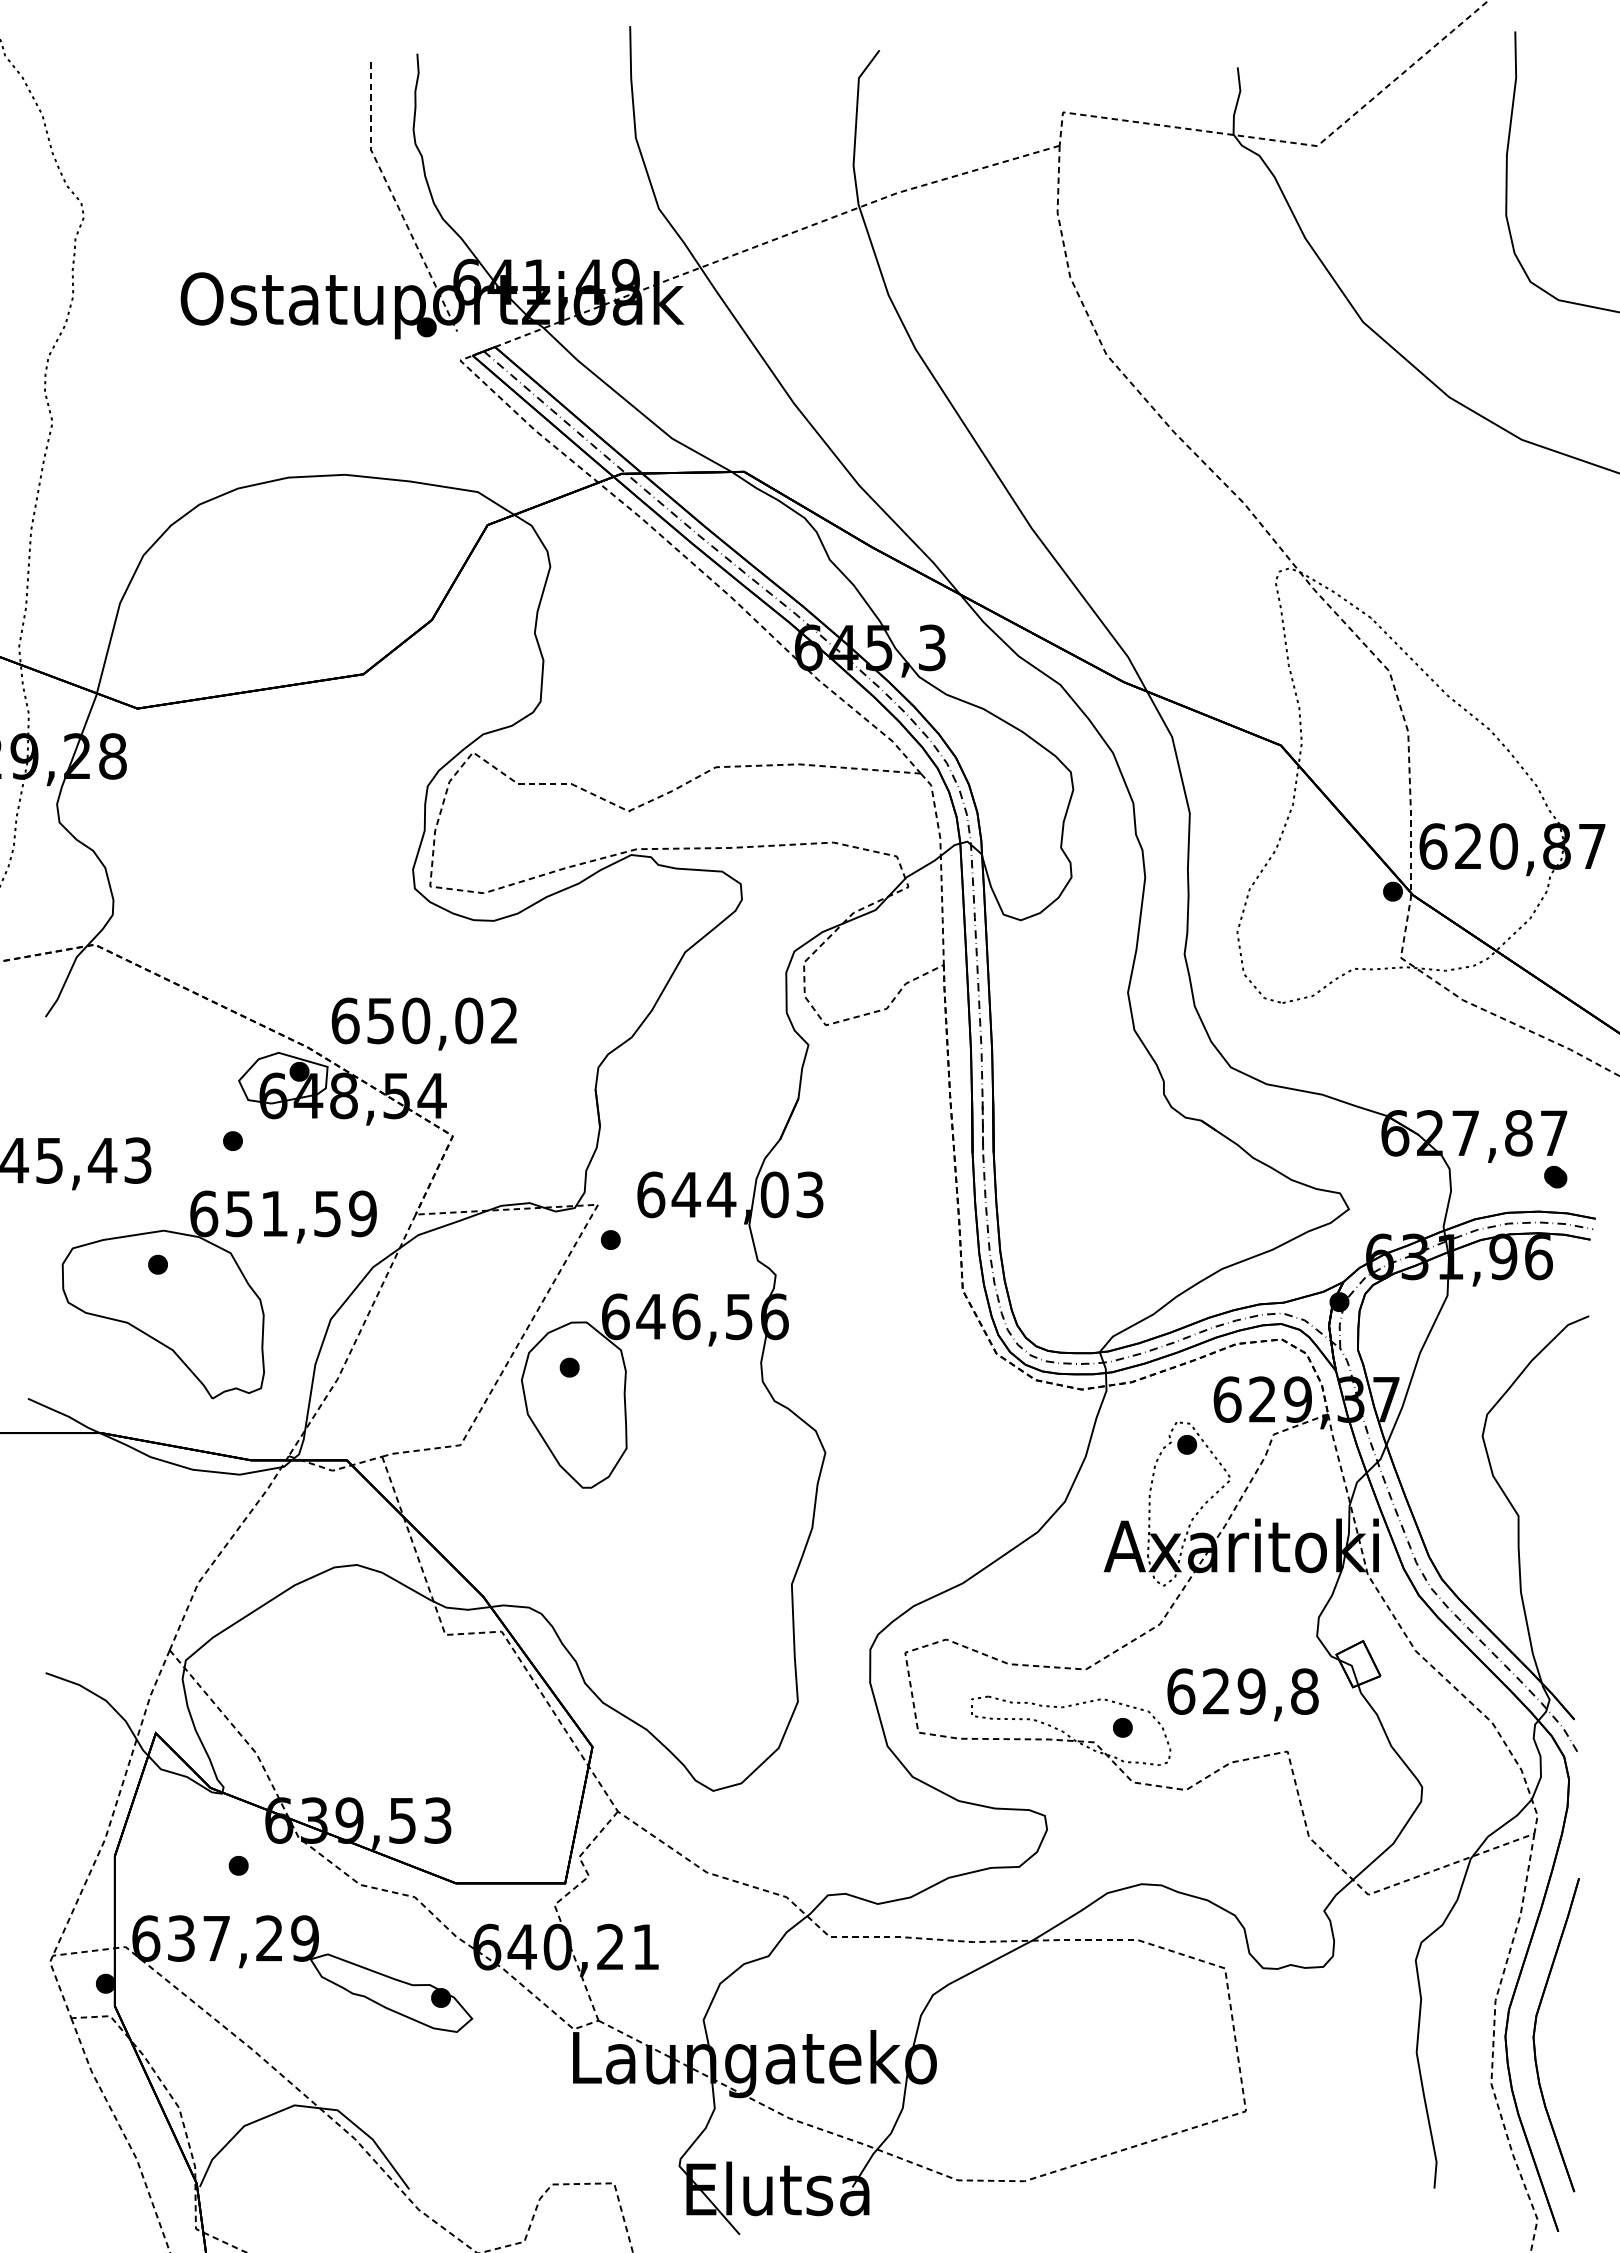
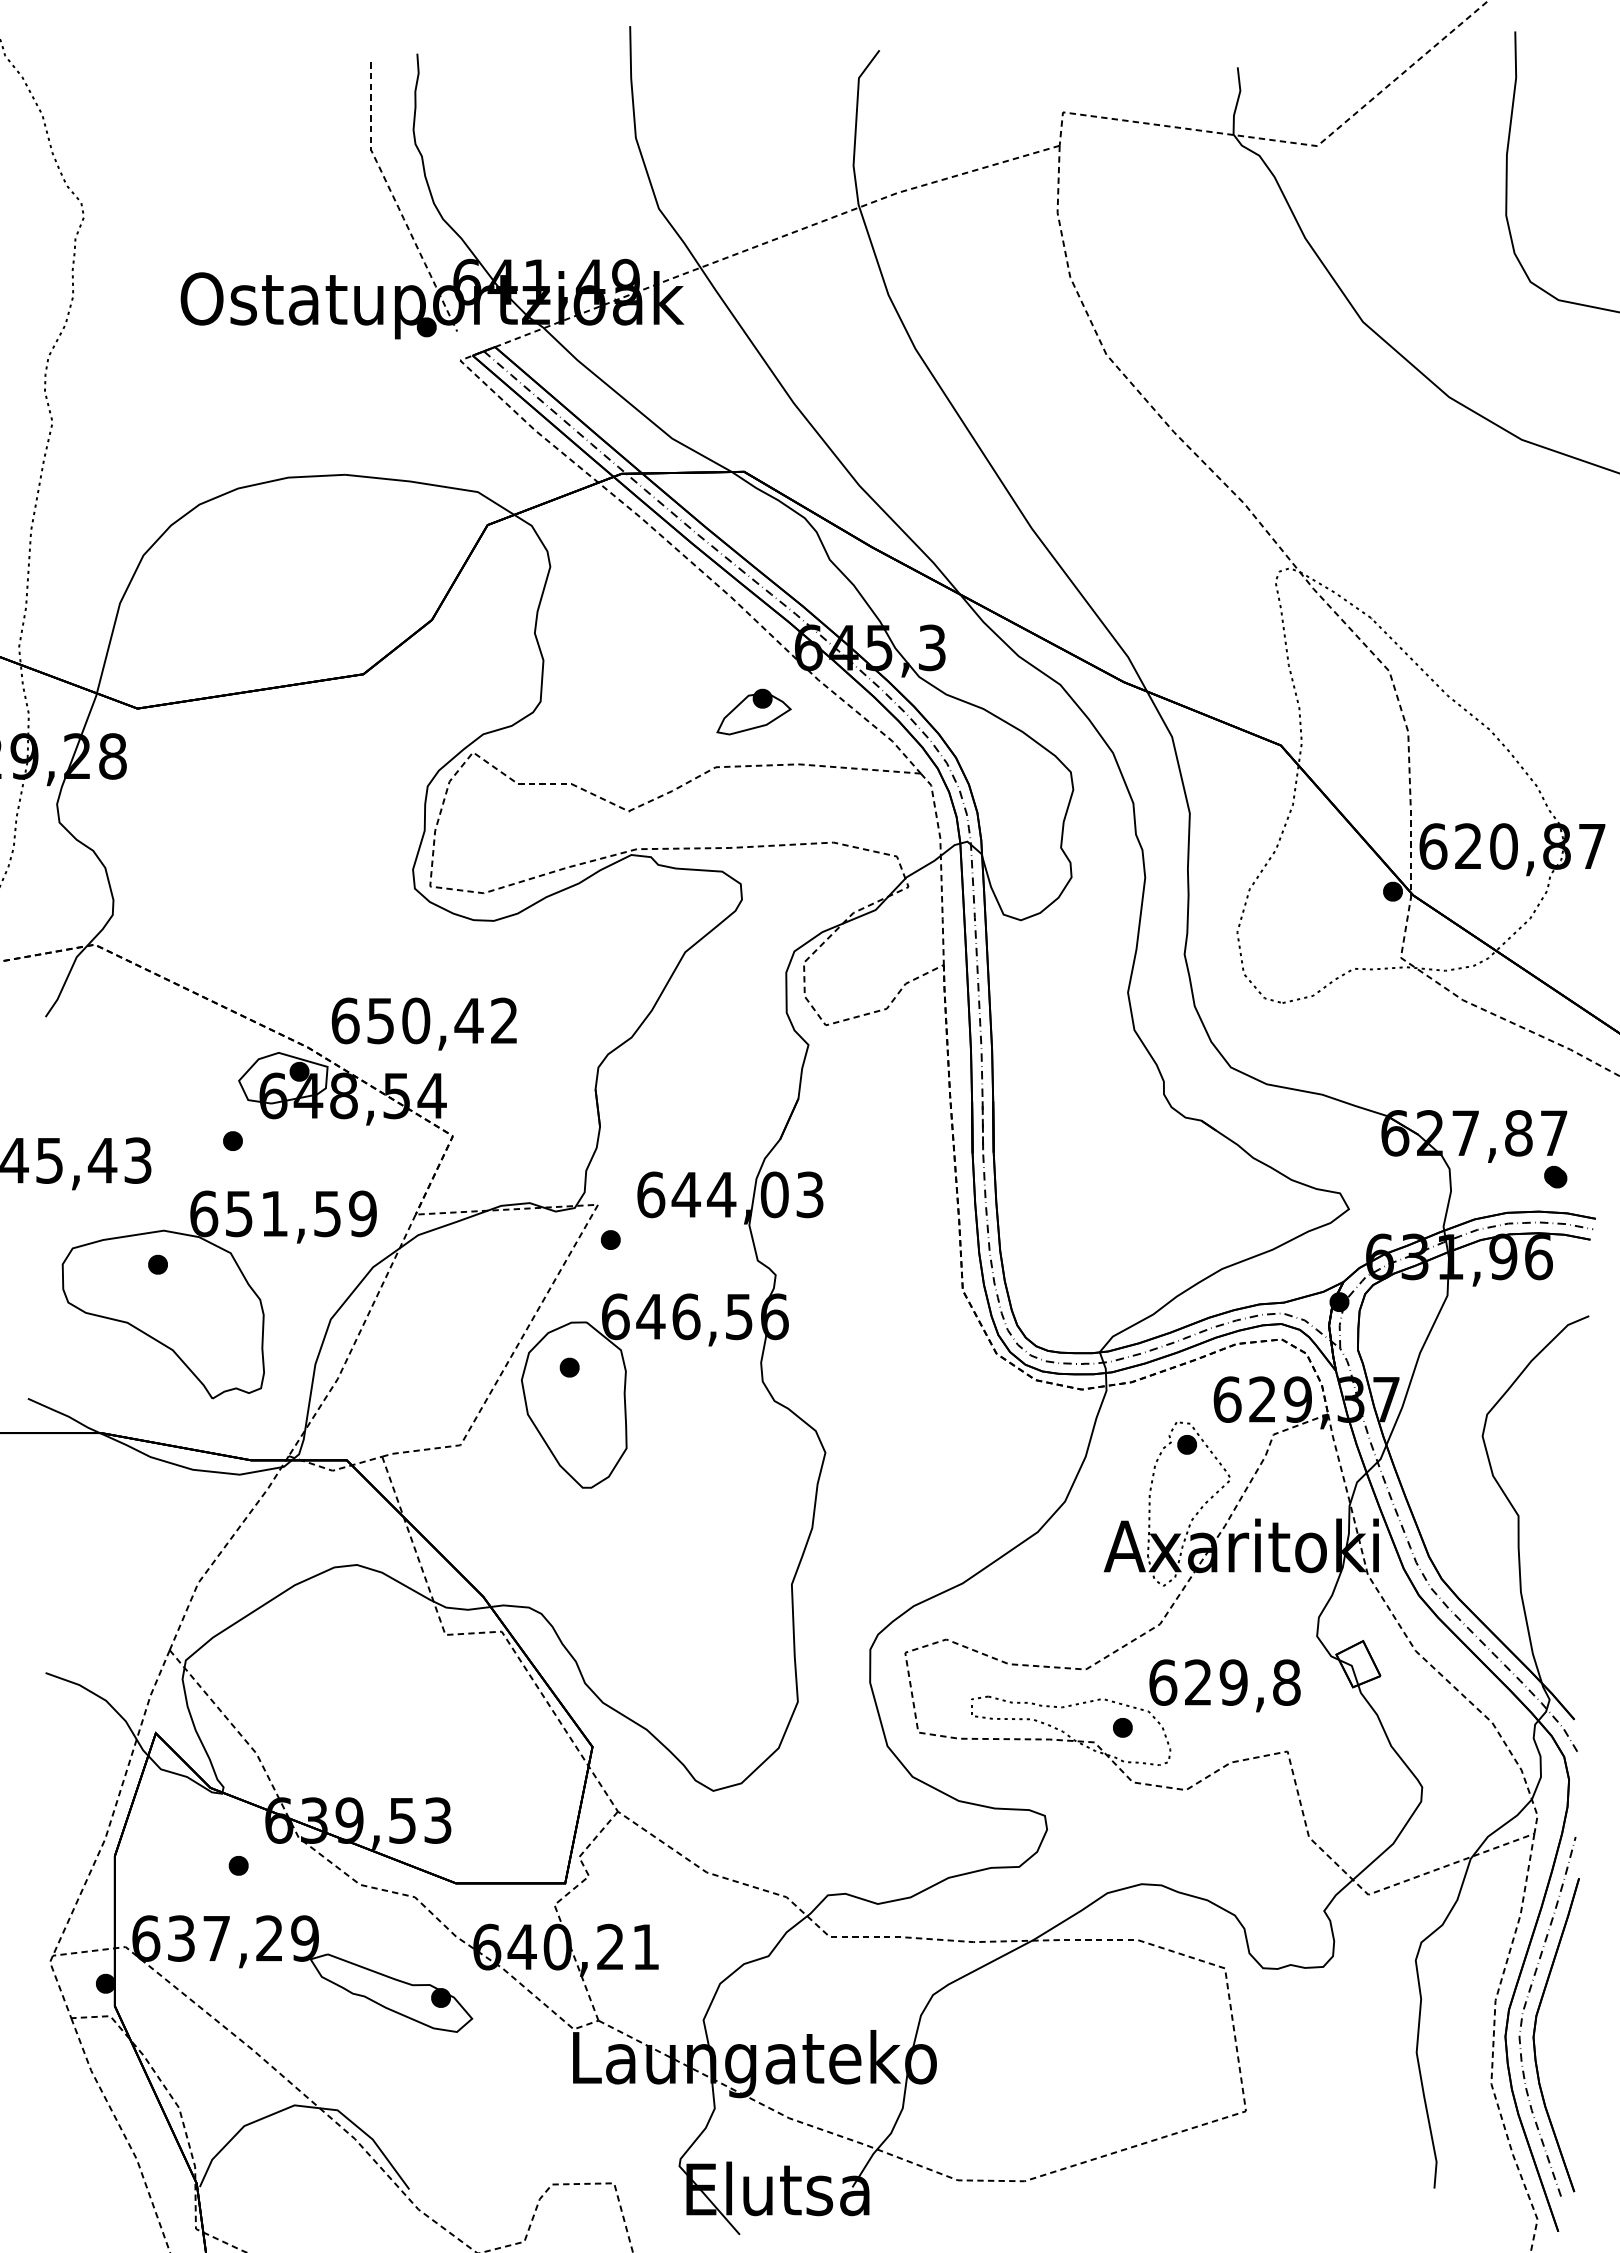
part at (753, 711): none -> present
text at (468, 1020): 650,02 -> 650,42
text at (1242, 1694) position: (1242, 1694) -> (1224, 1685)
curve at (1525, 2007): none -> present
